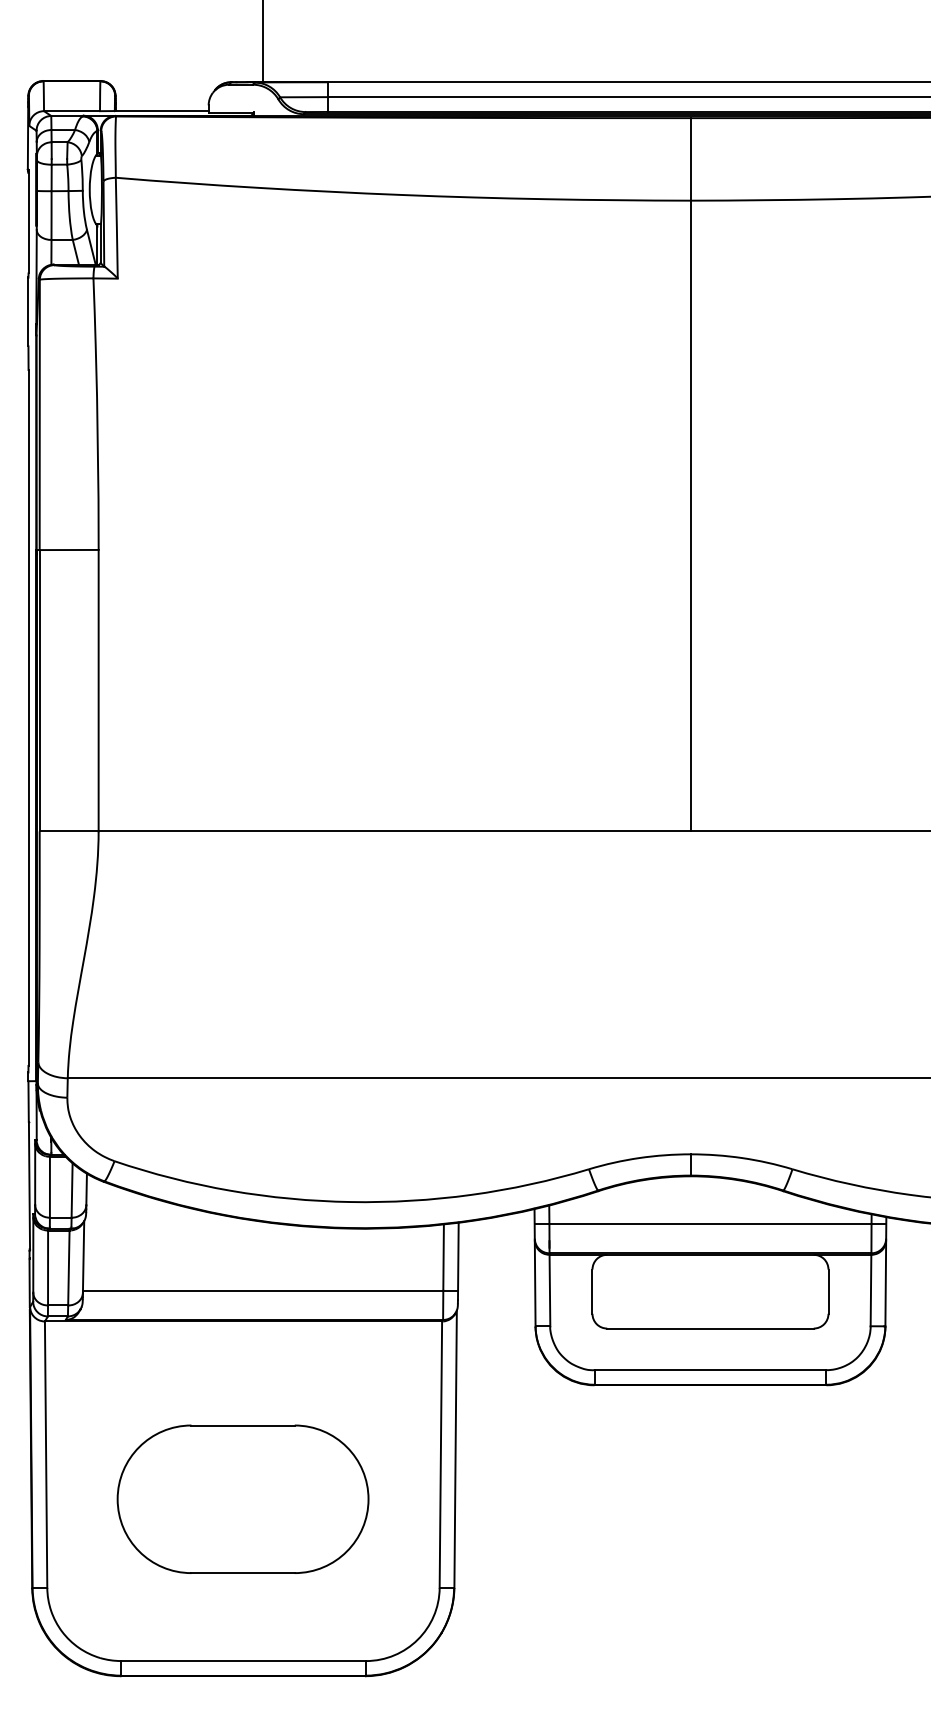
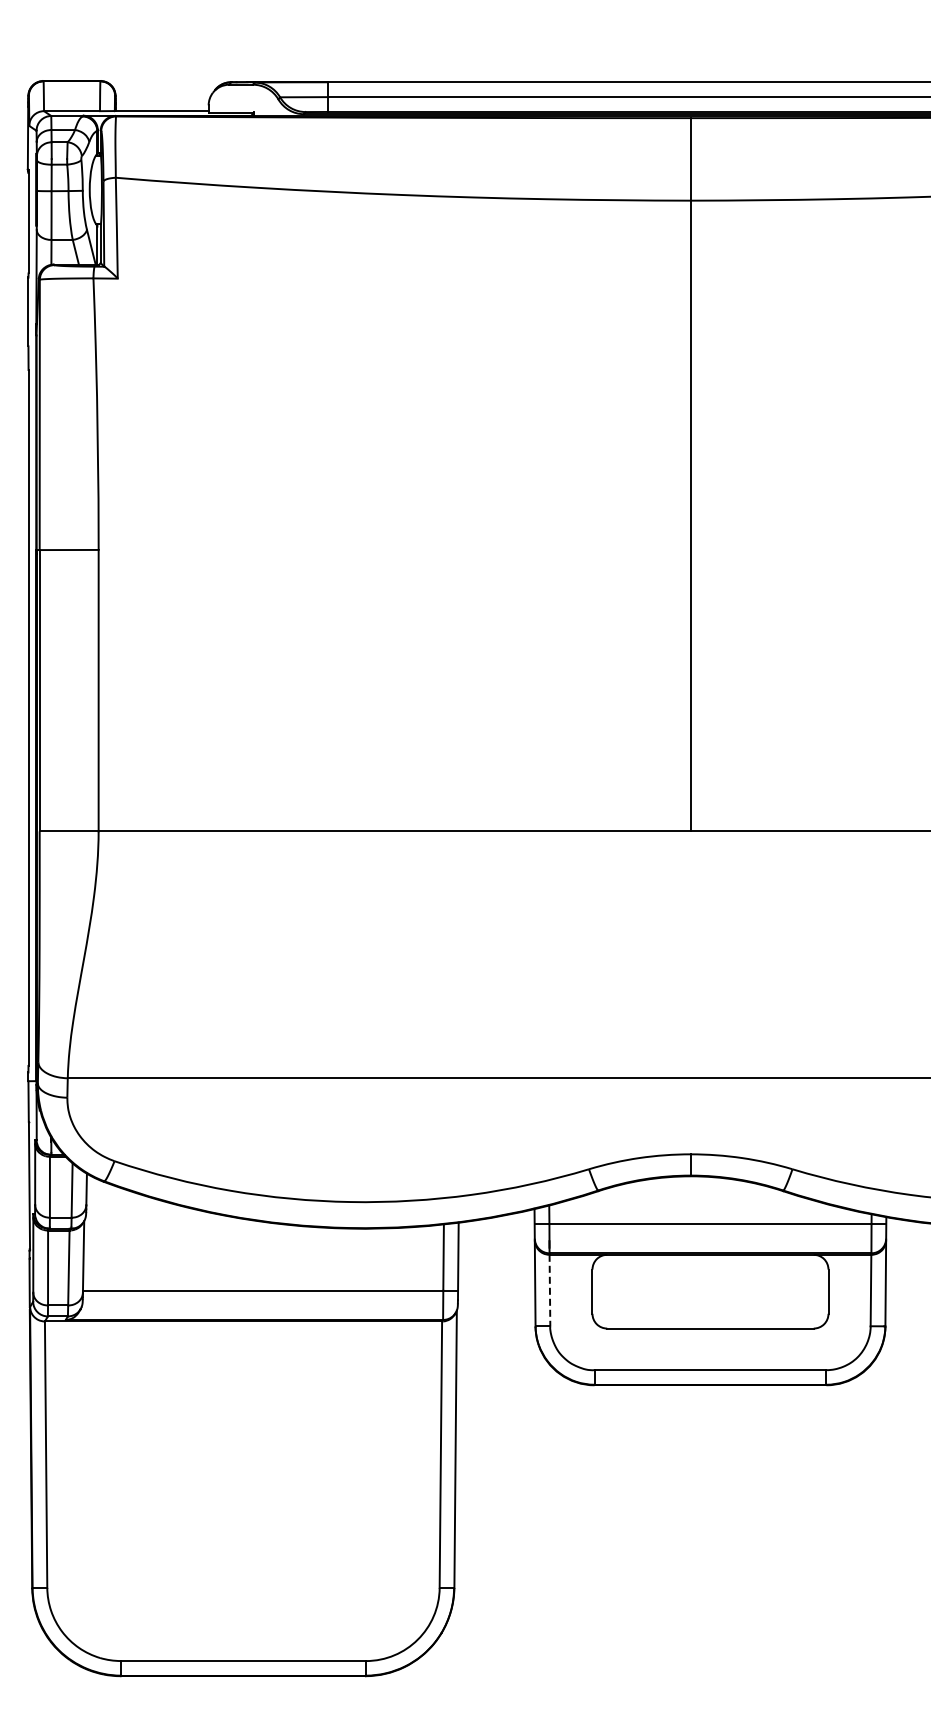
line at (263, 42): present -> none
line at (549, 1290): solid -> dashed
part at (242, 1498): present -> none
